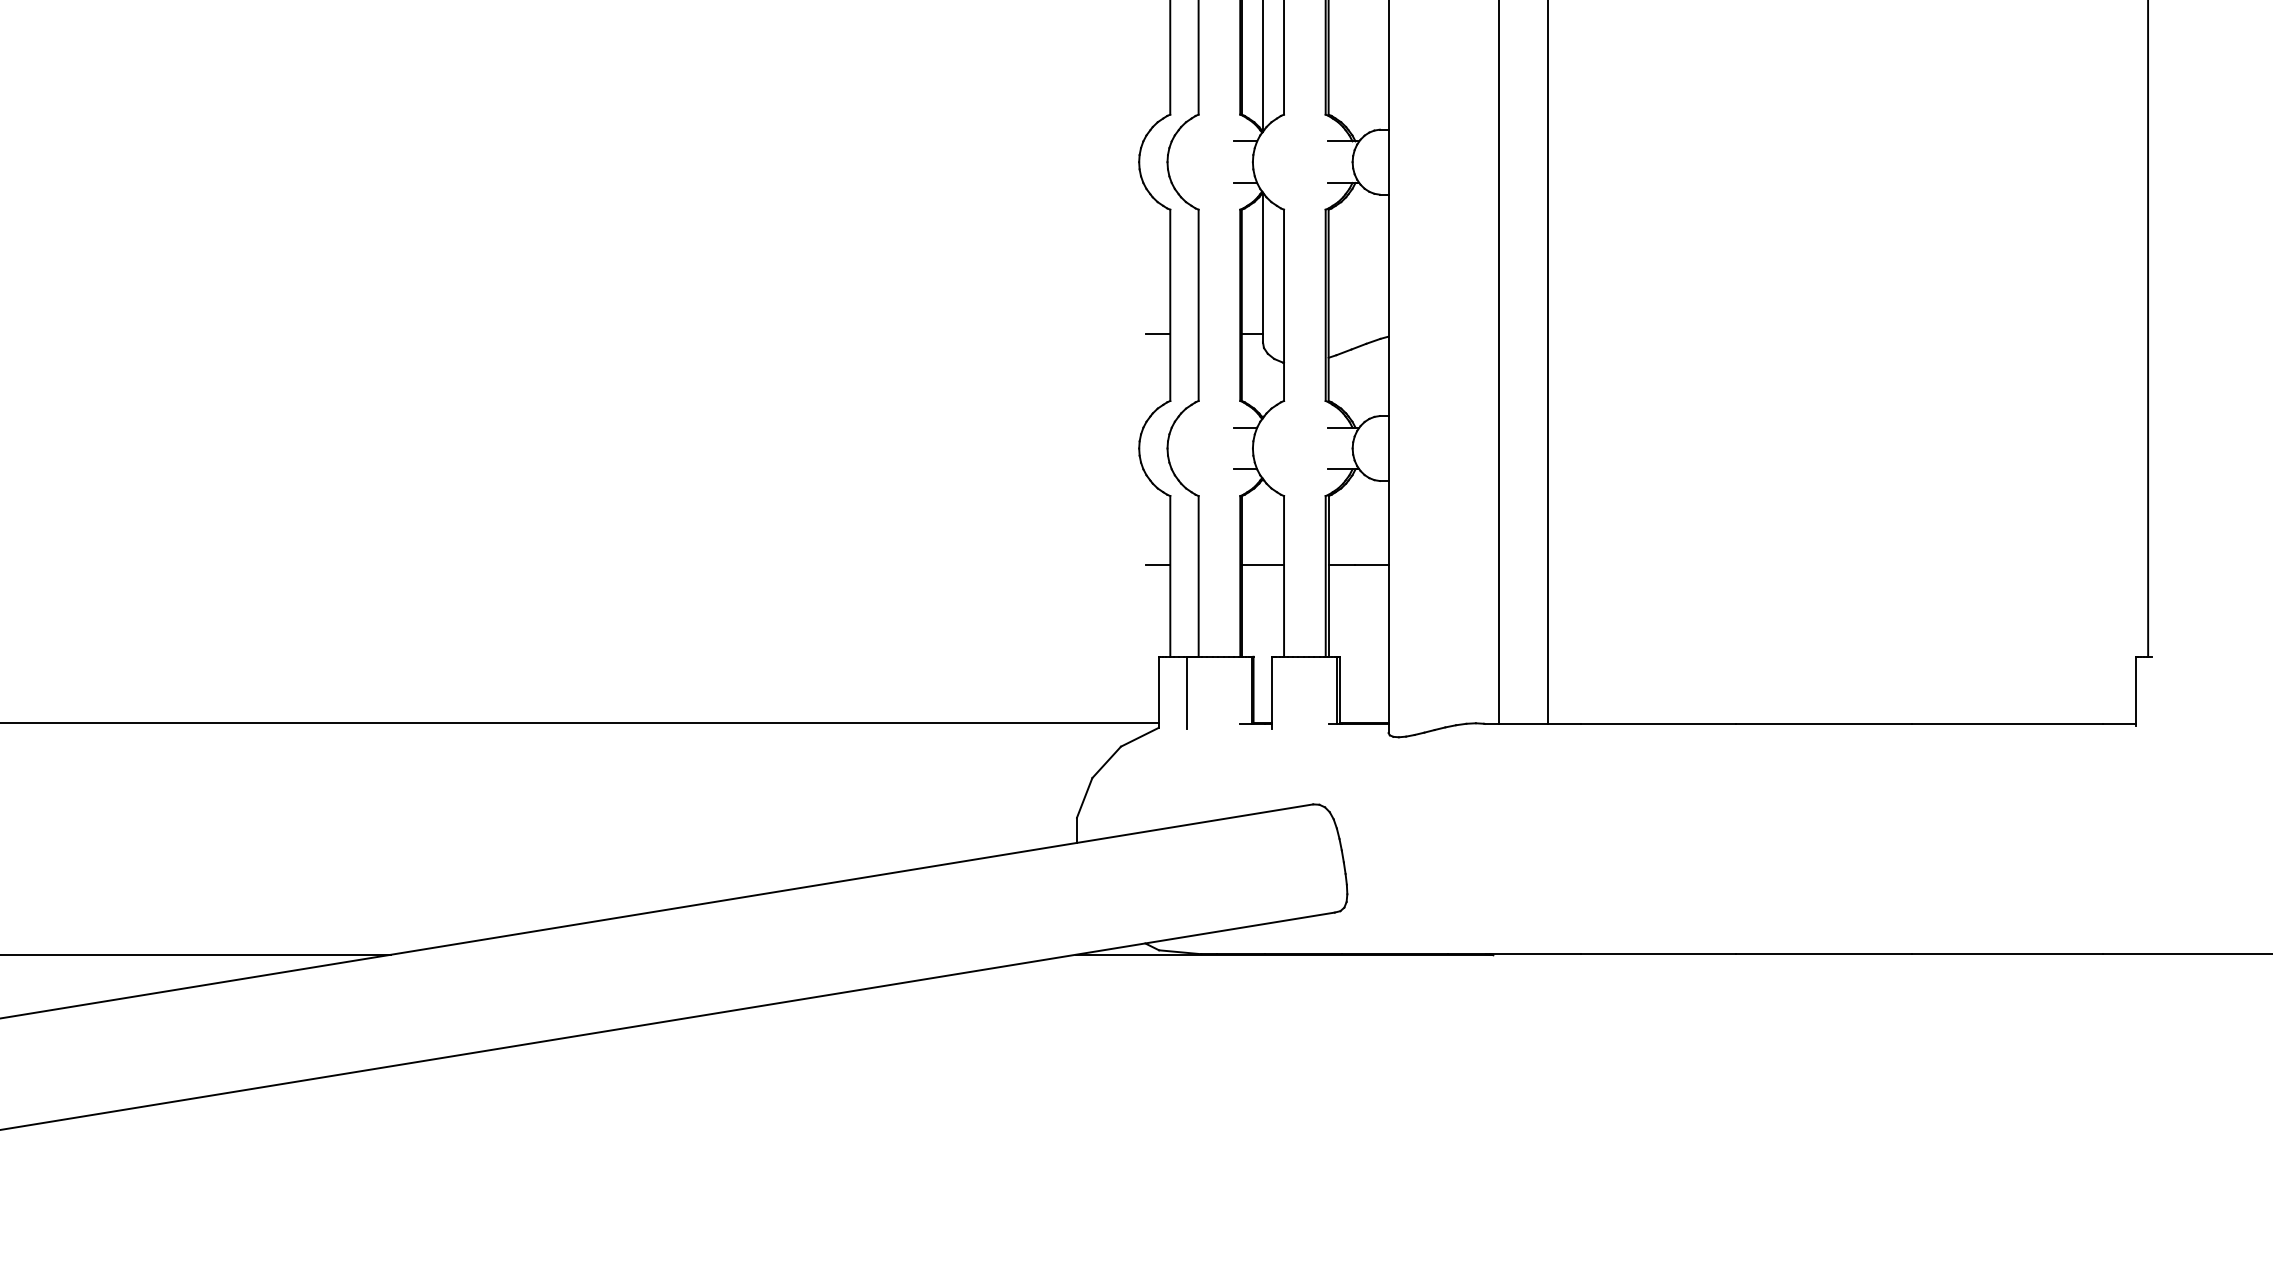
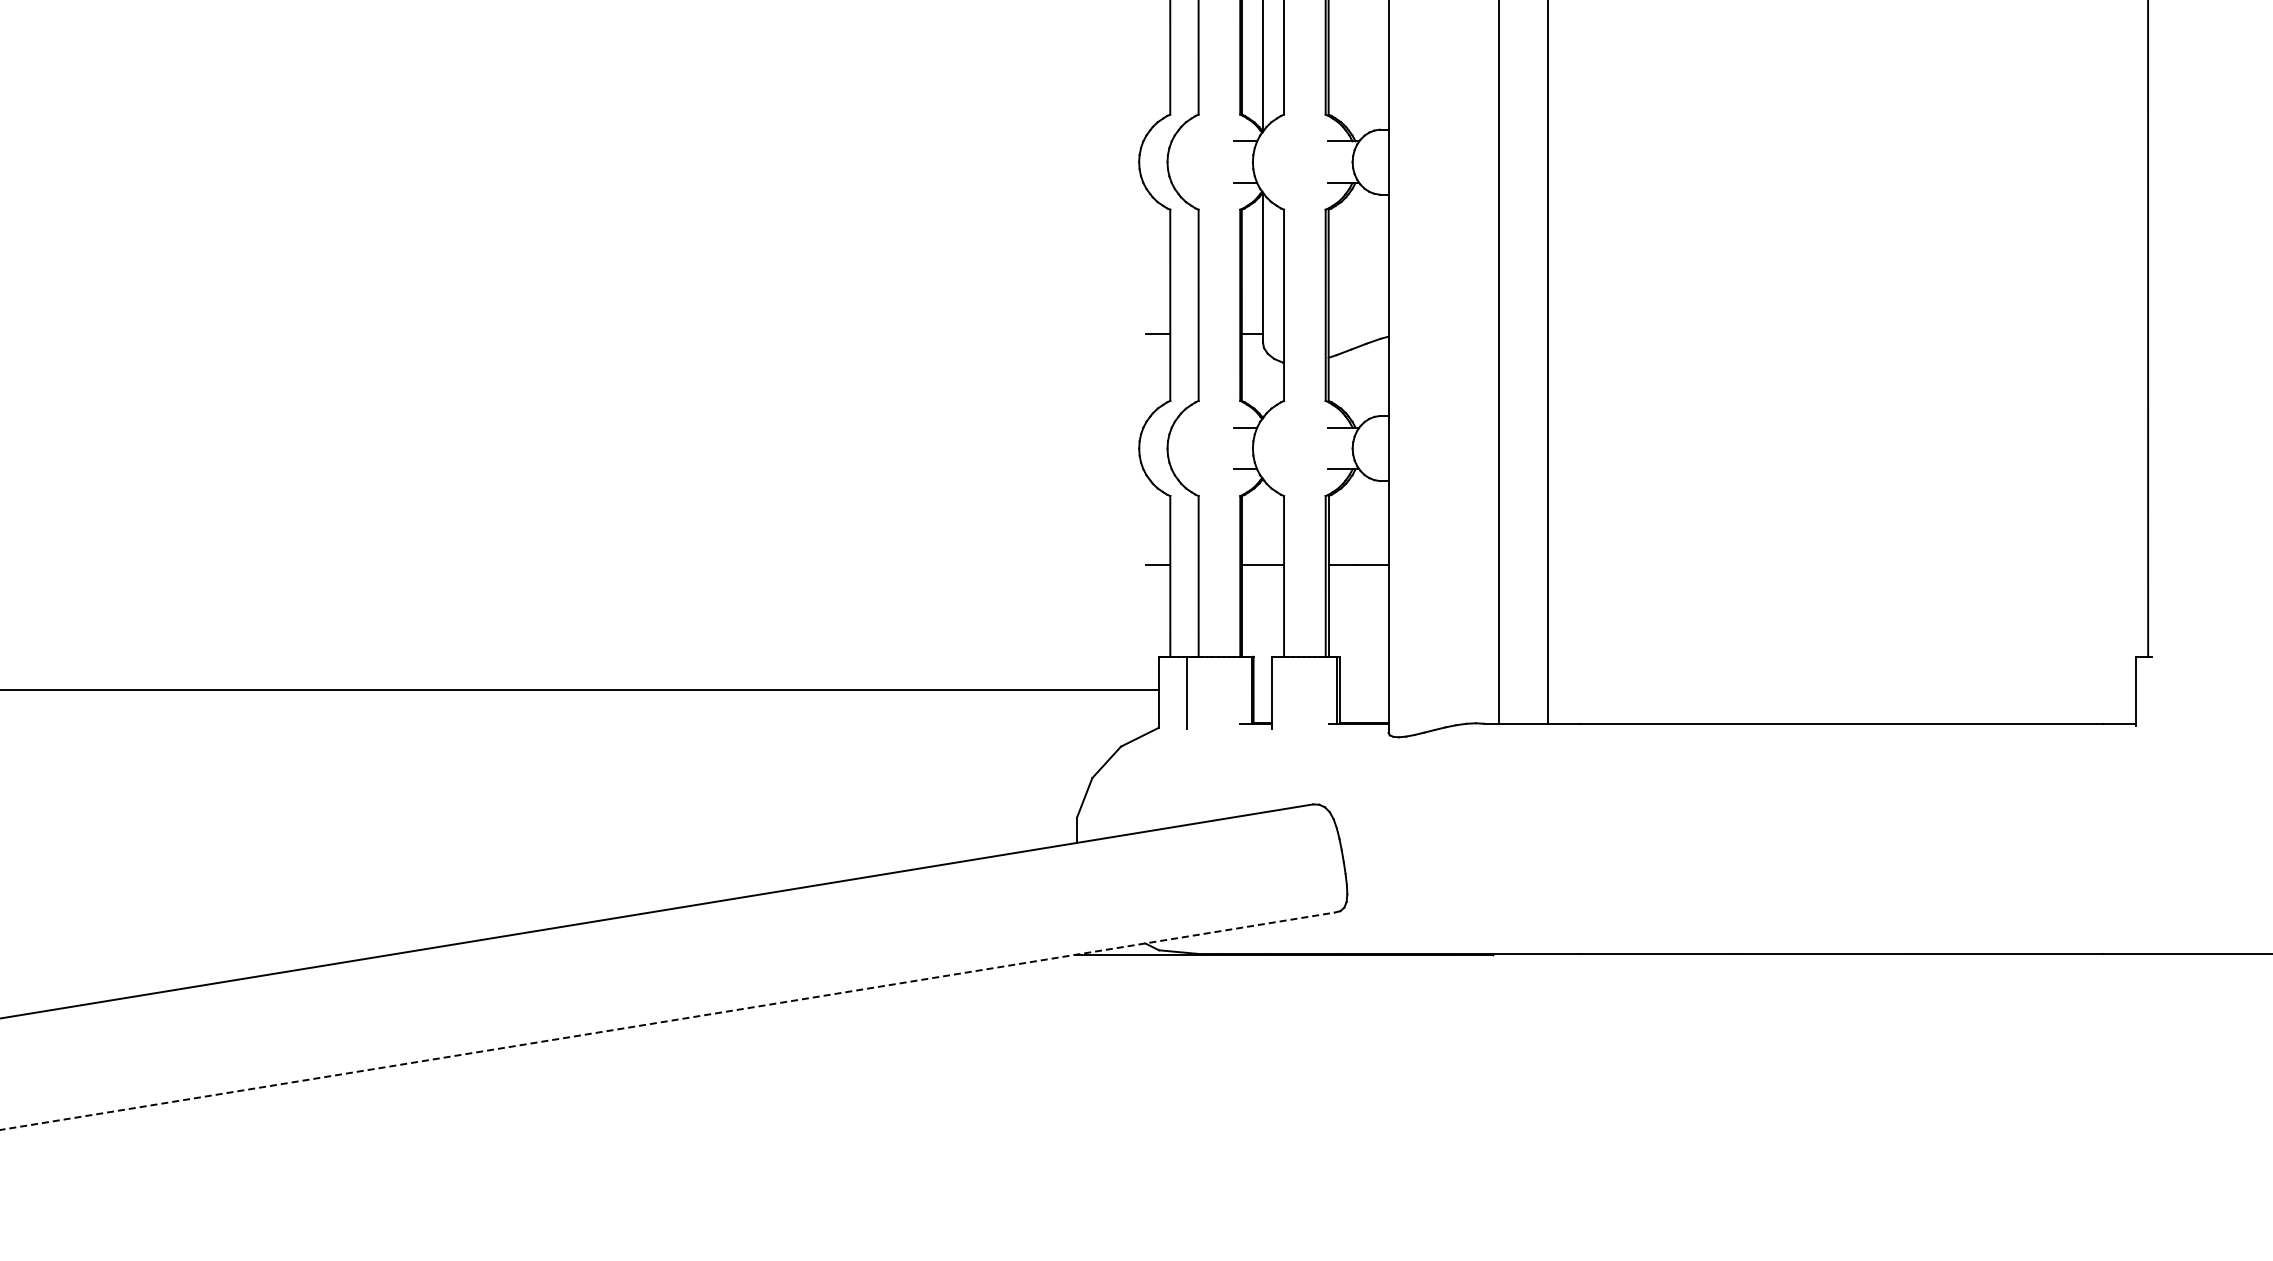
line at (580, 723) position: (580, 723) -> (580, 690)
line at (196, 954): present -> none
line at (667, 1021): solid -> dashed
